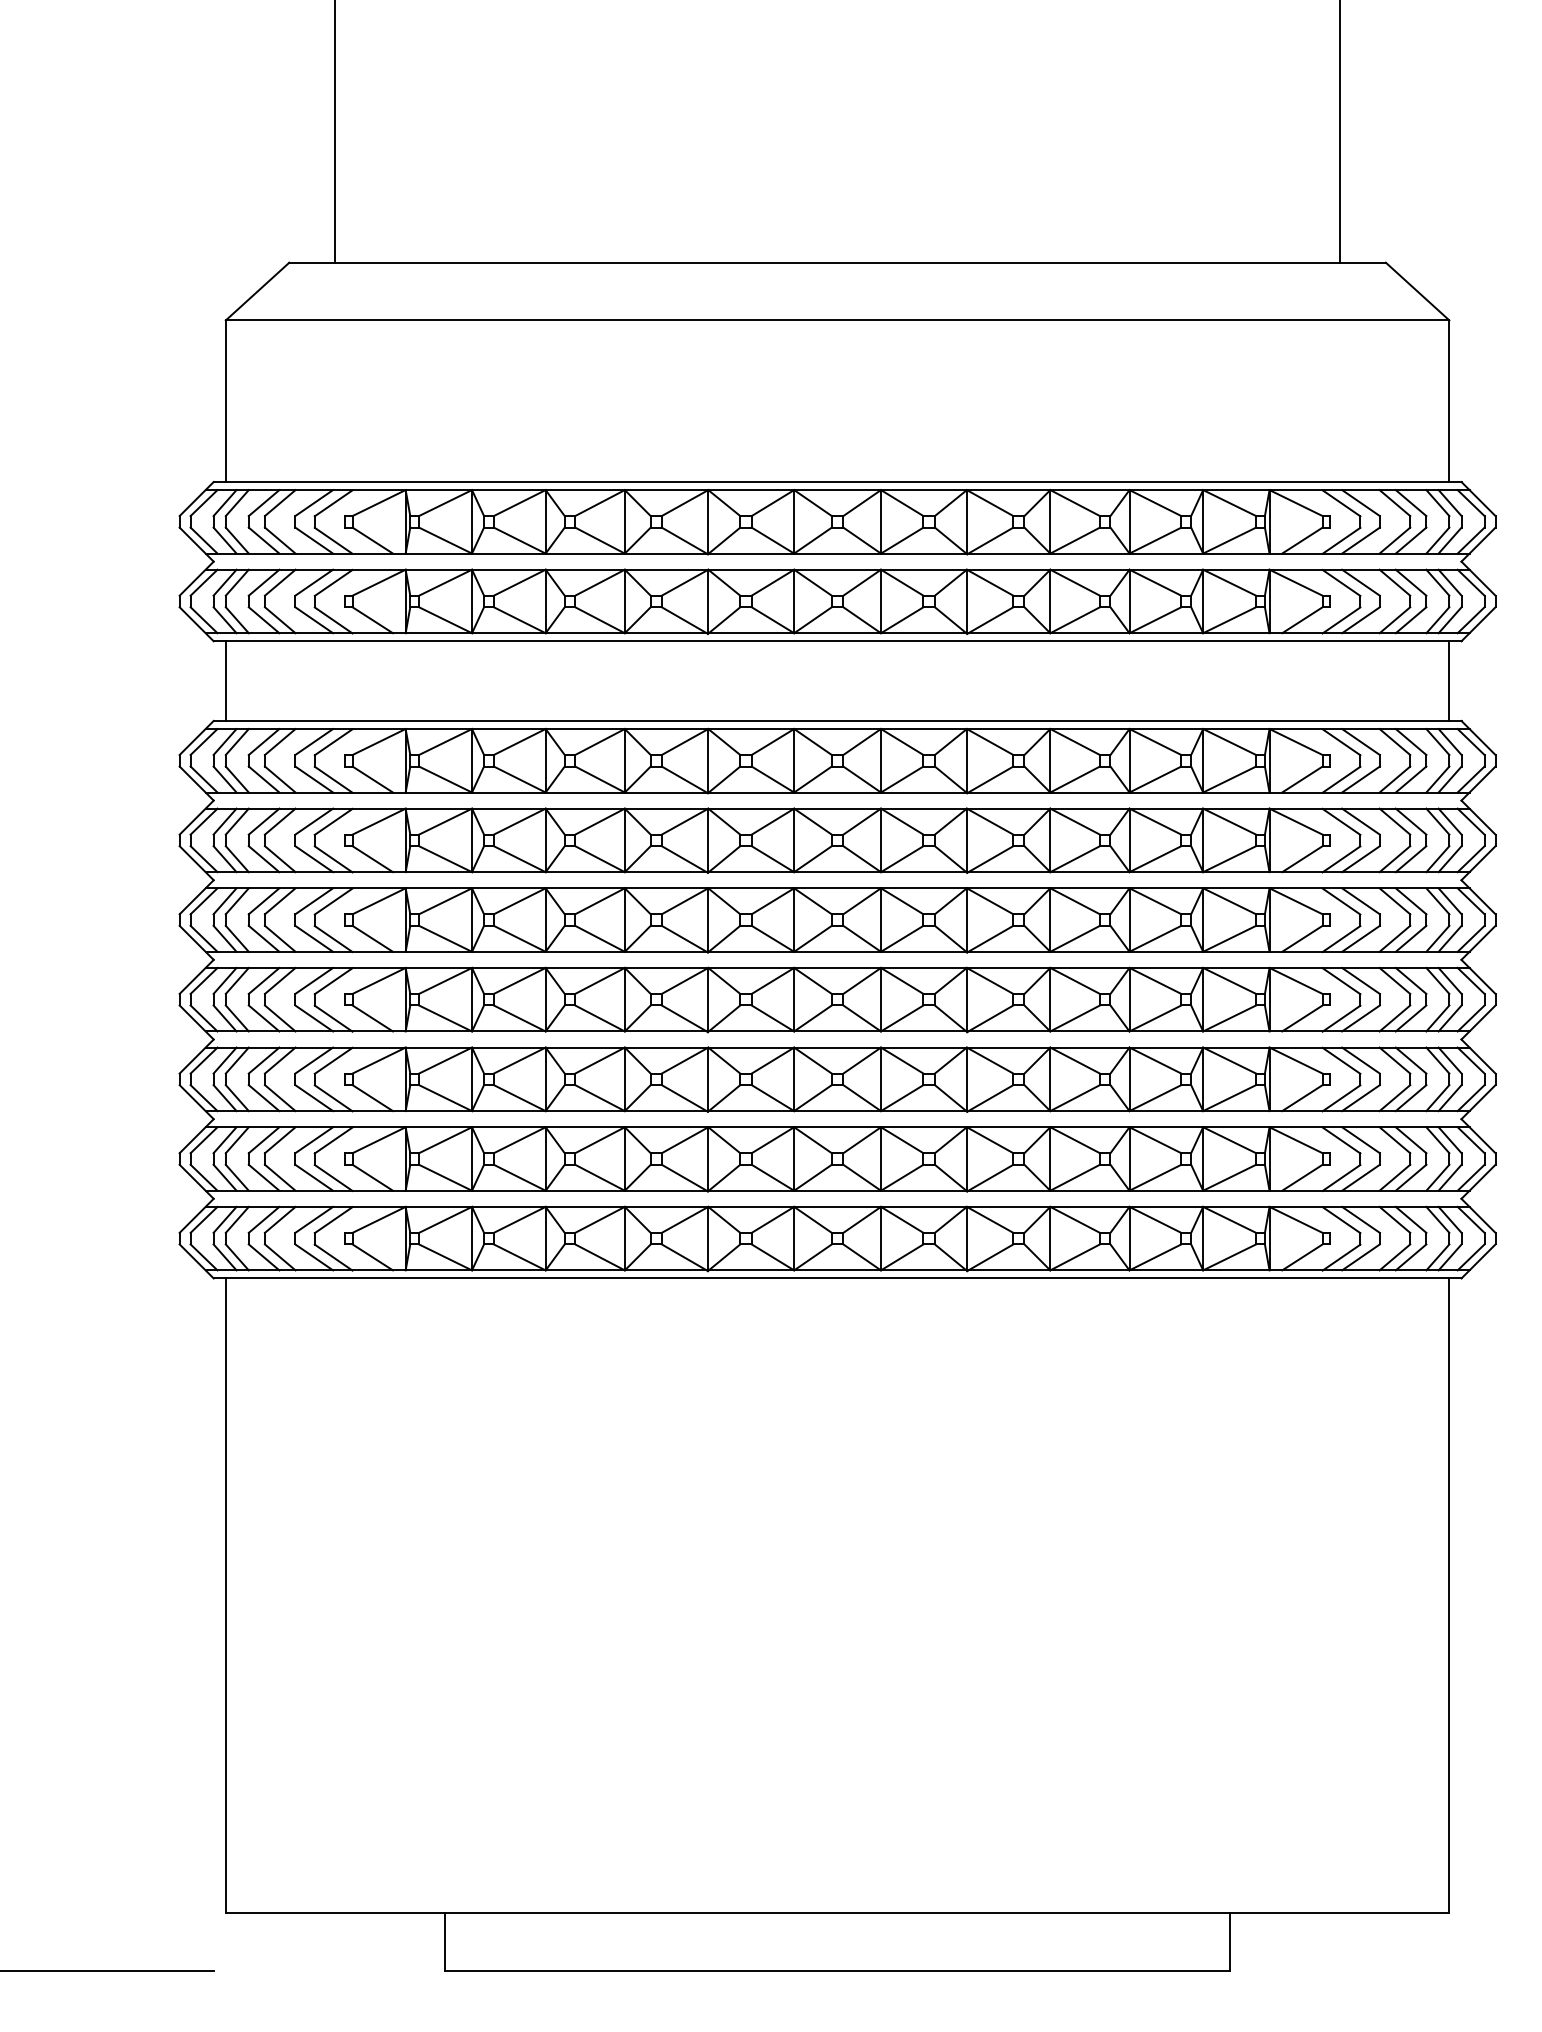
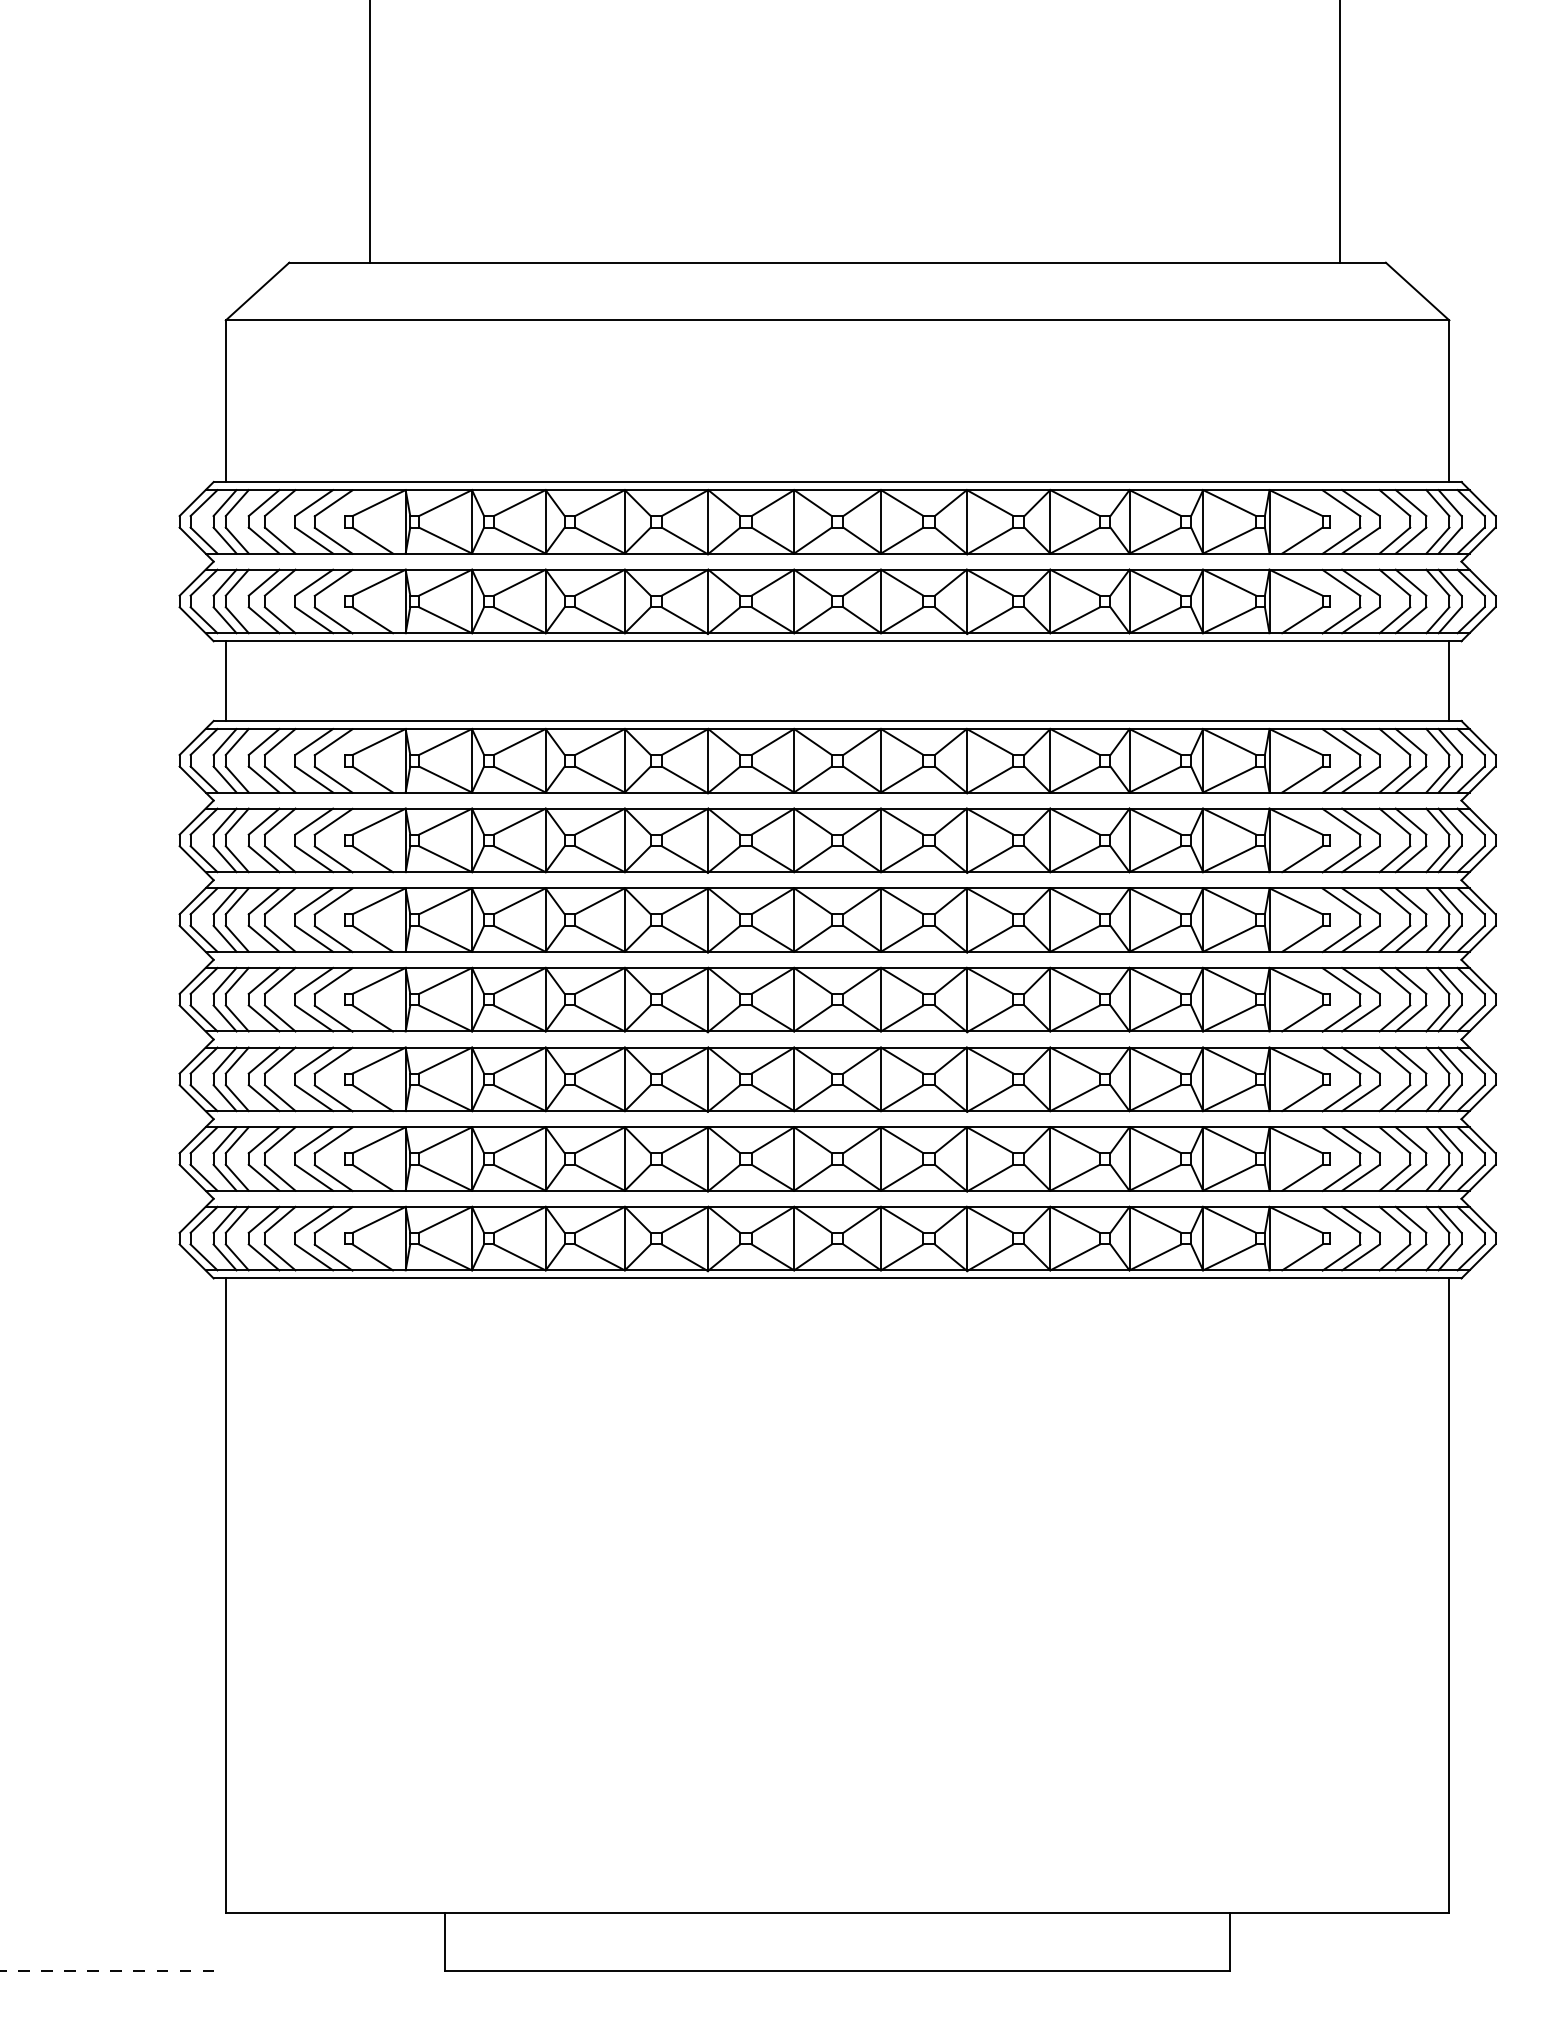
line at (335, 132) position: (335, 132) -> (370, 132)
line at (107, 1971): solid -> dashed
